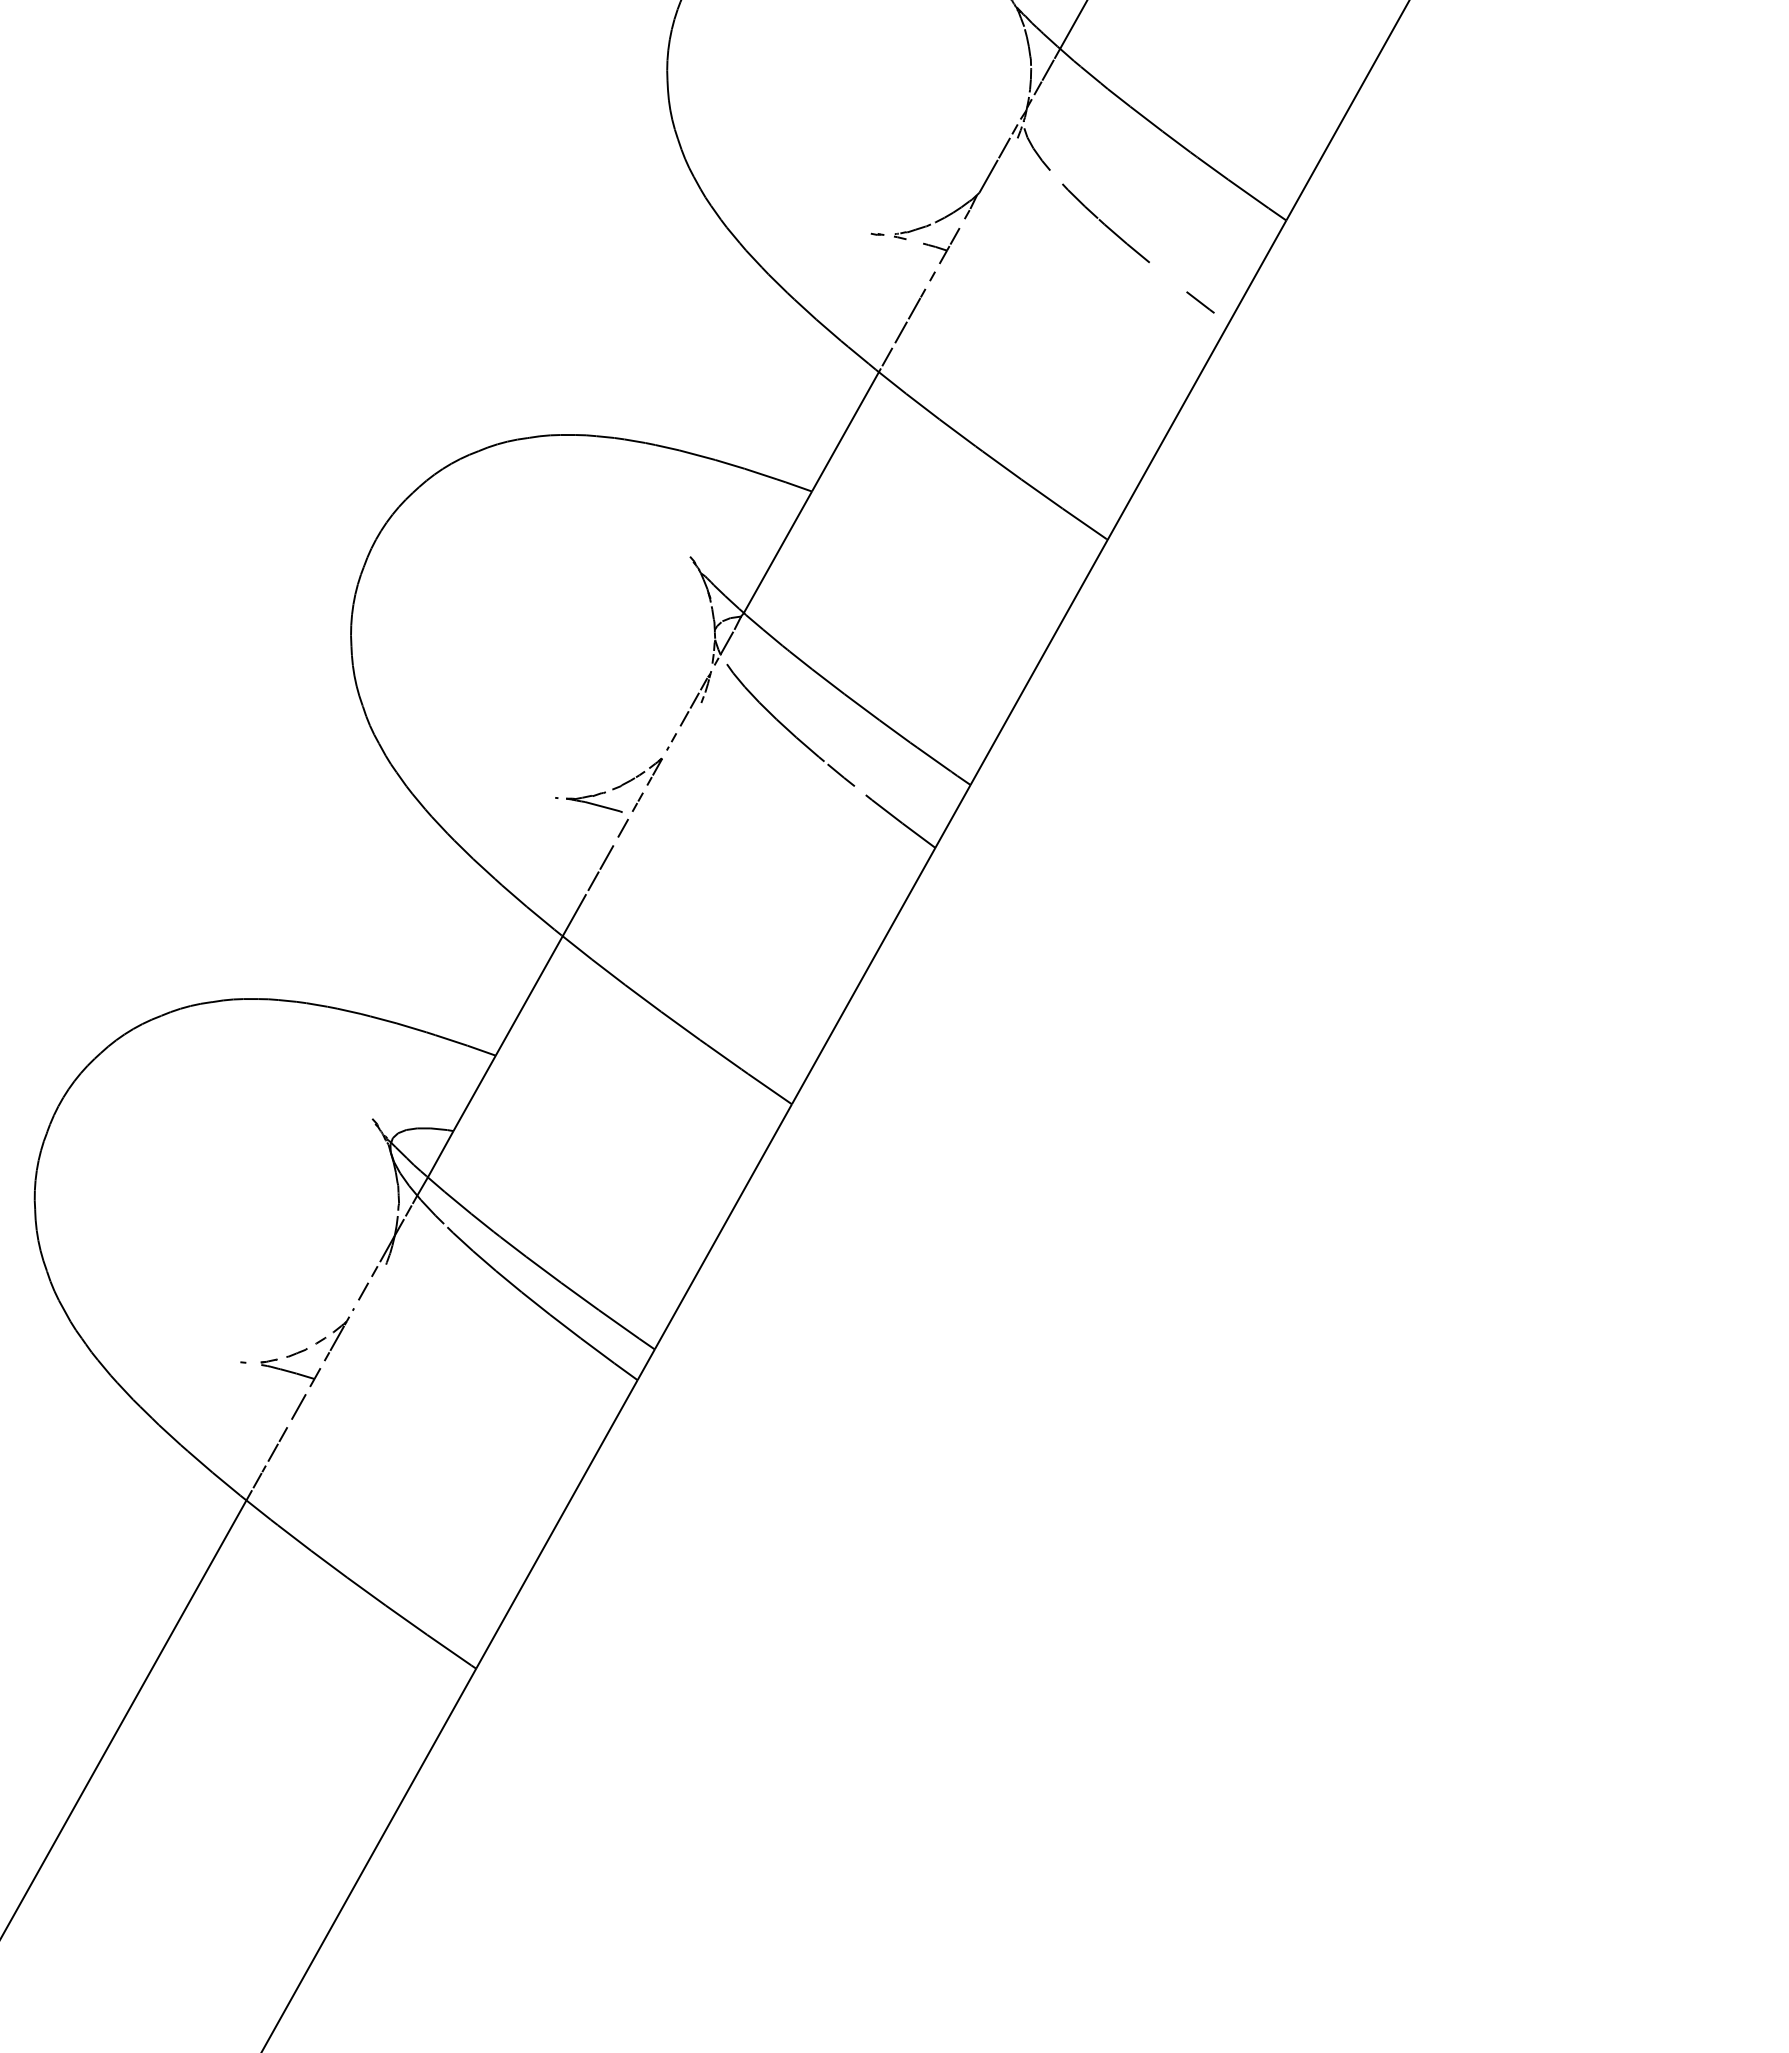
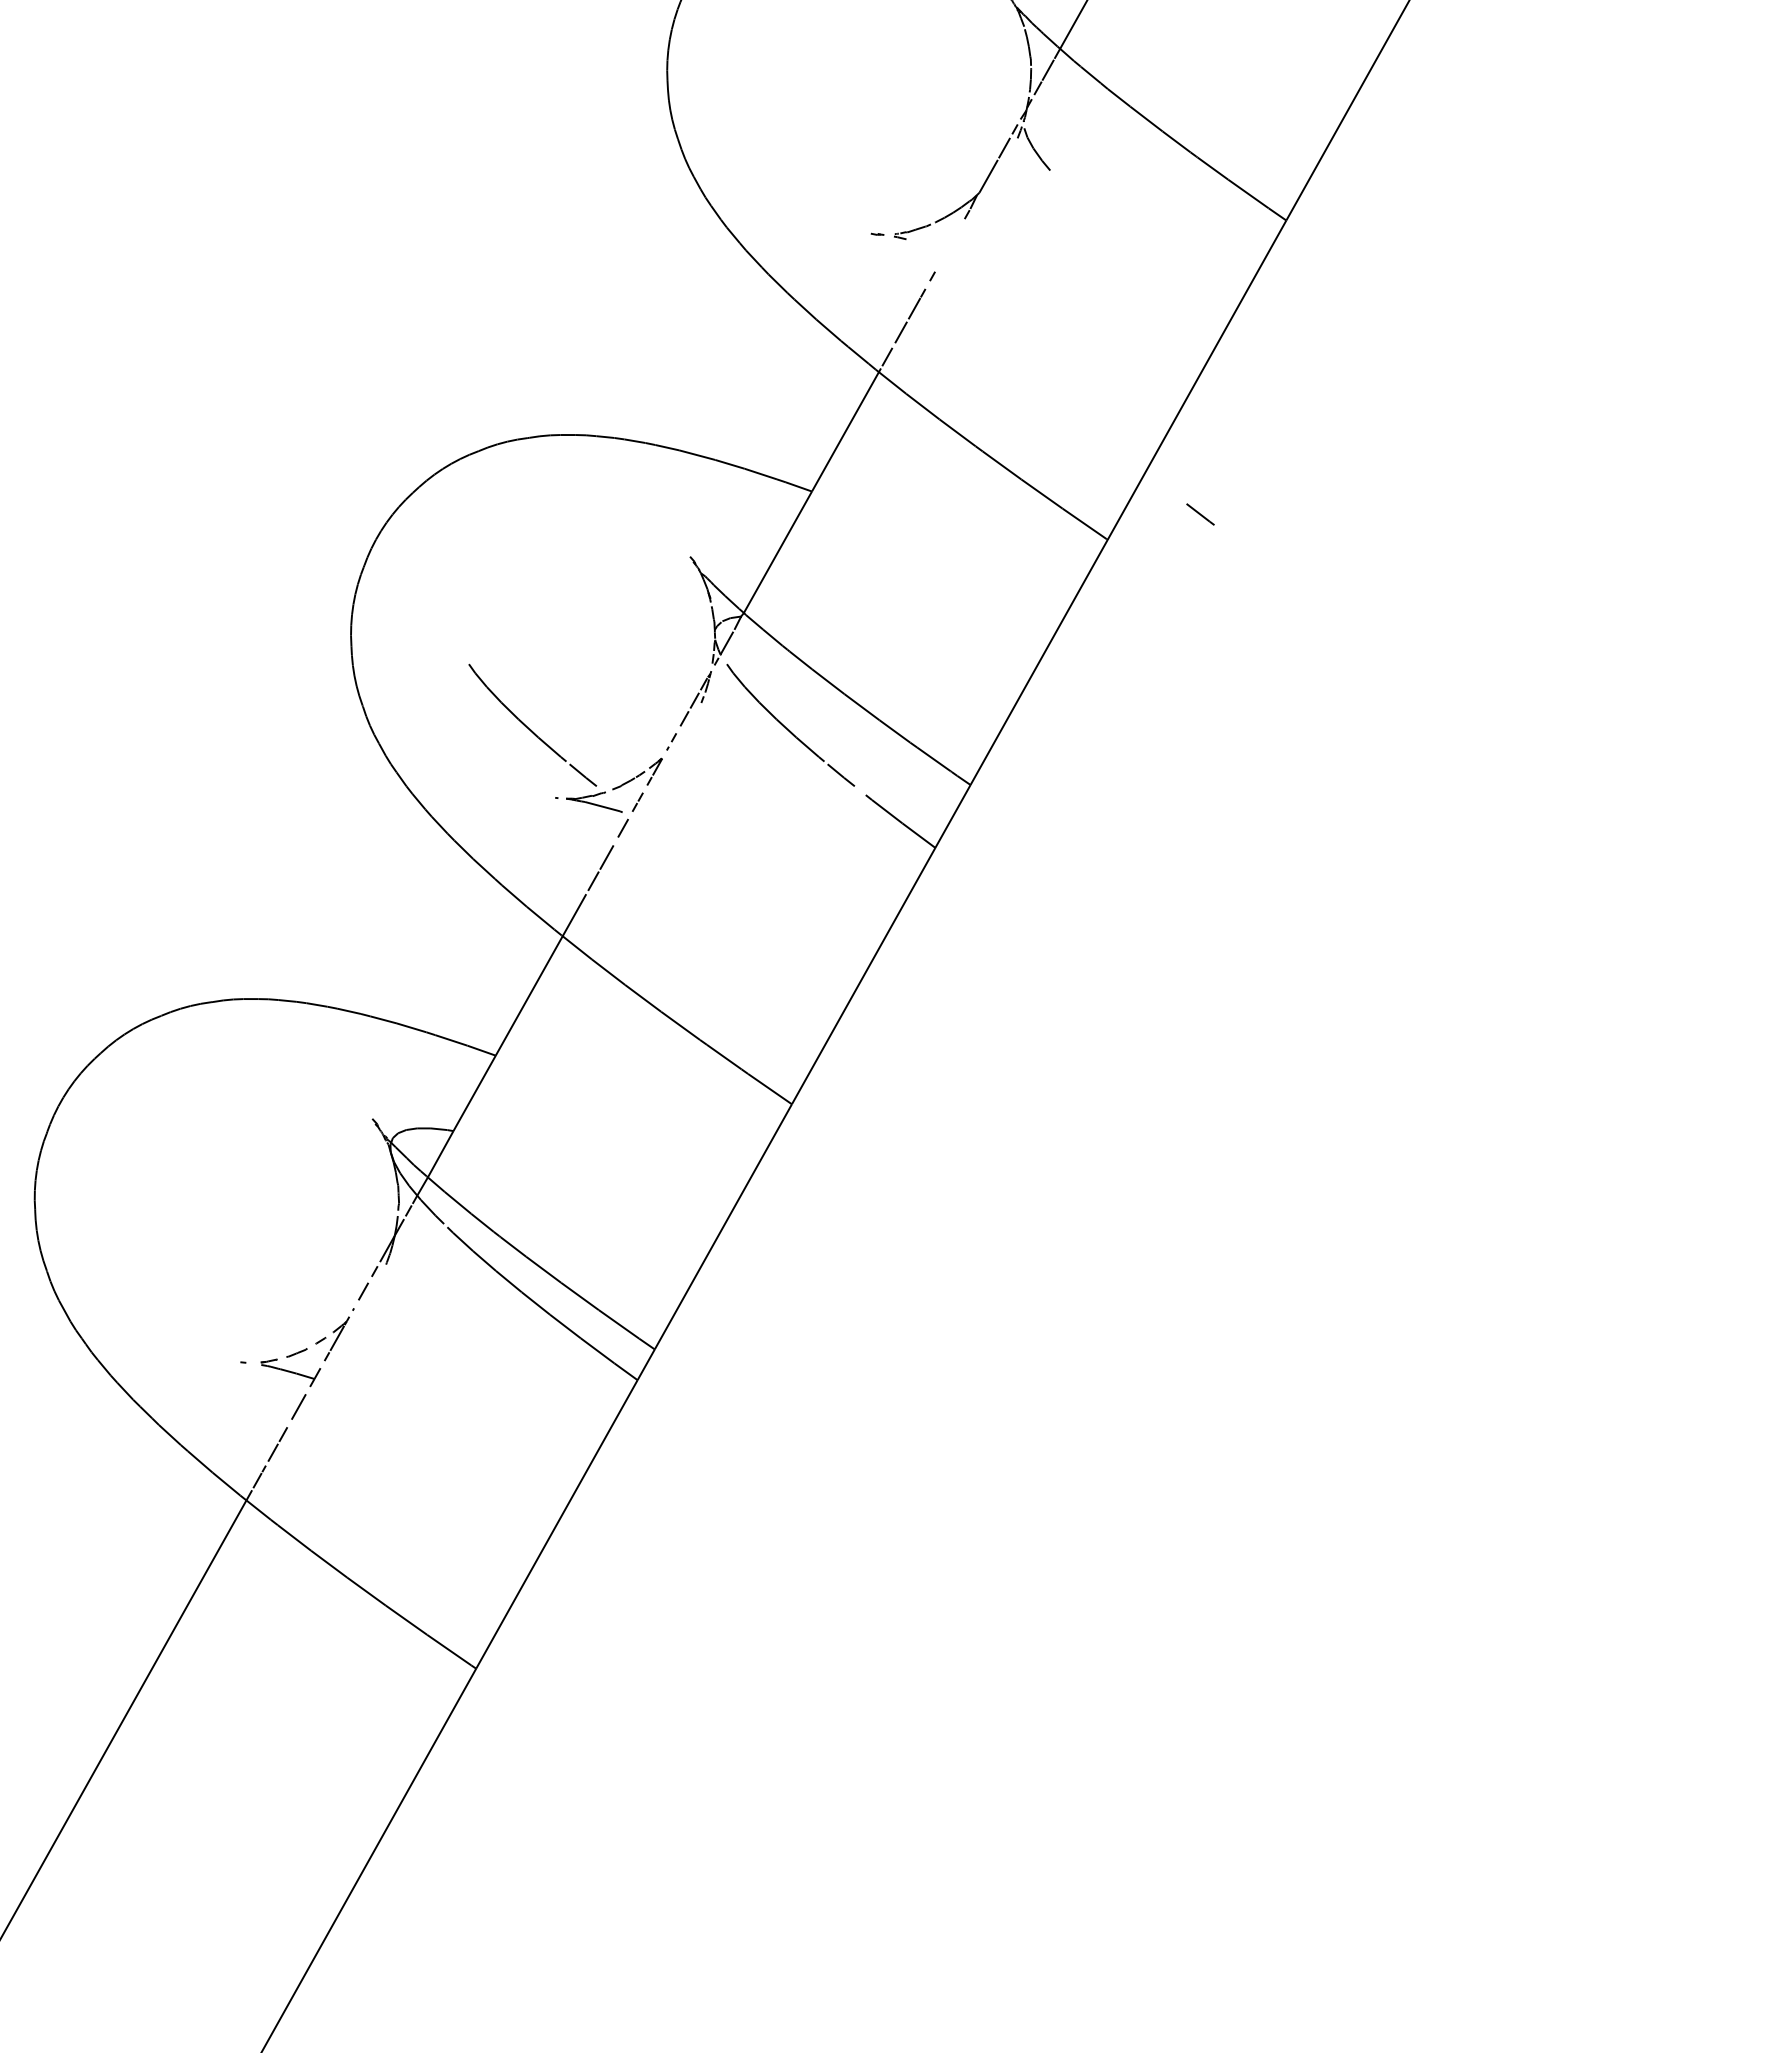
part at (1105, 223): present -> none
part at (941, 246): present -> none
line at (1200, 302) position: (1200, 302) -> (1200, 514)
part at (532, 724): none -> present
